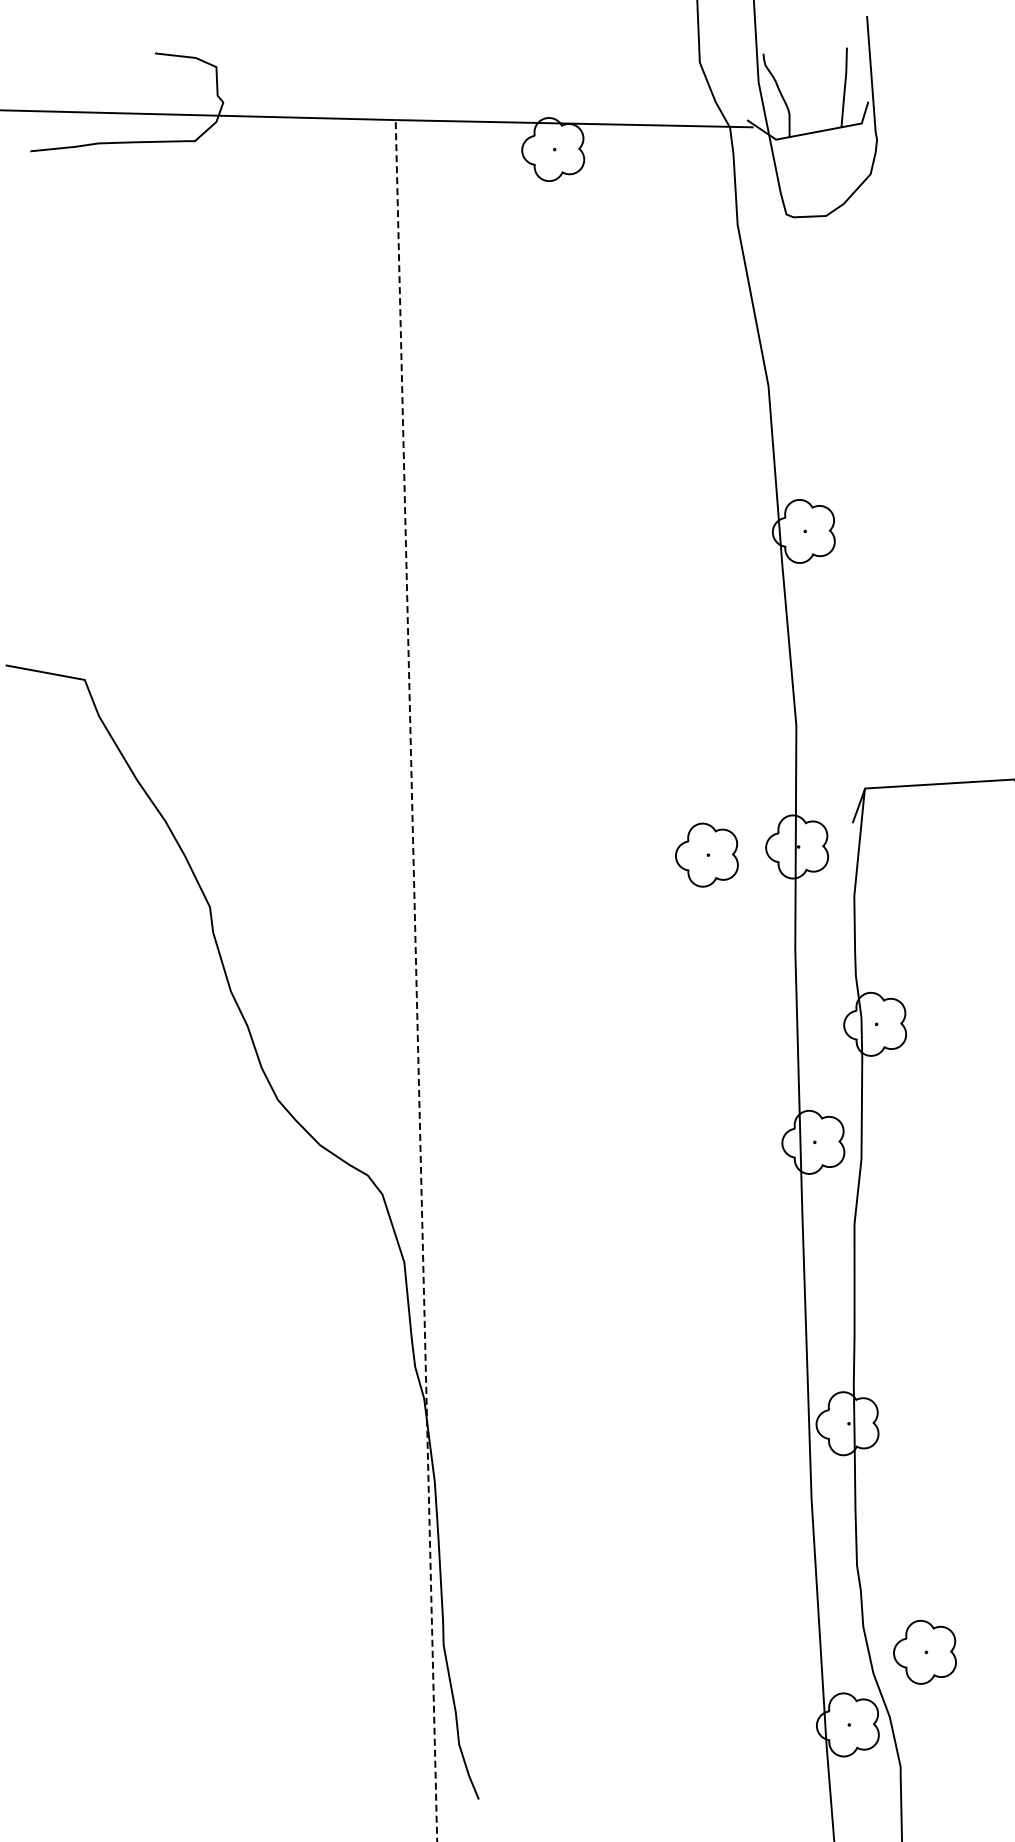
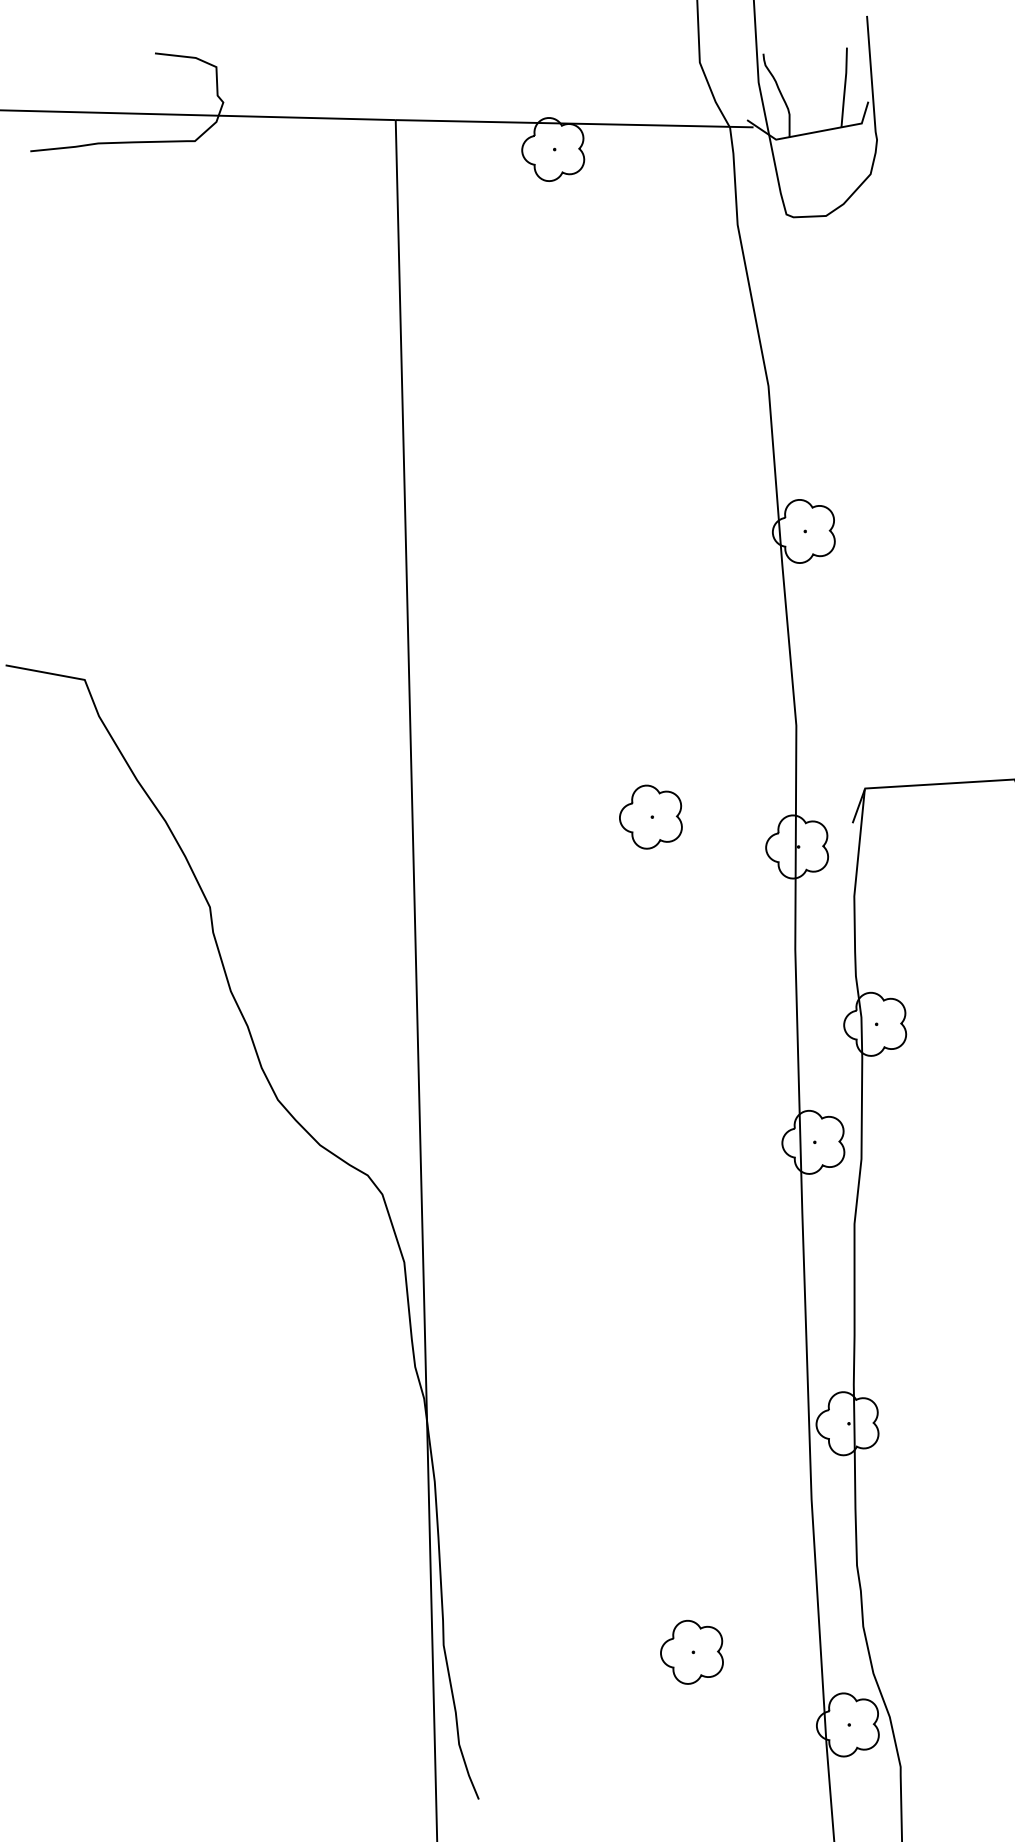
part at (706, 854) position: (706, 854) -> (650, 816)
line at (416, 980): dashed -> solid
part at (924, 1651) position: (924, 1651) -> (691, 1651)
